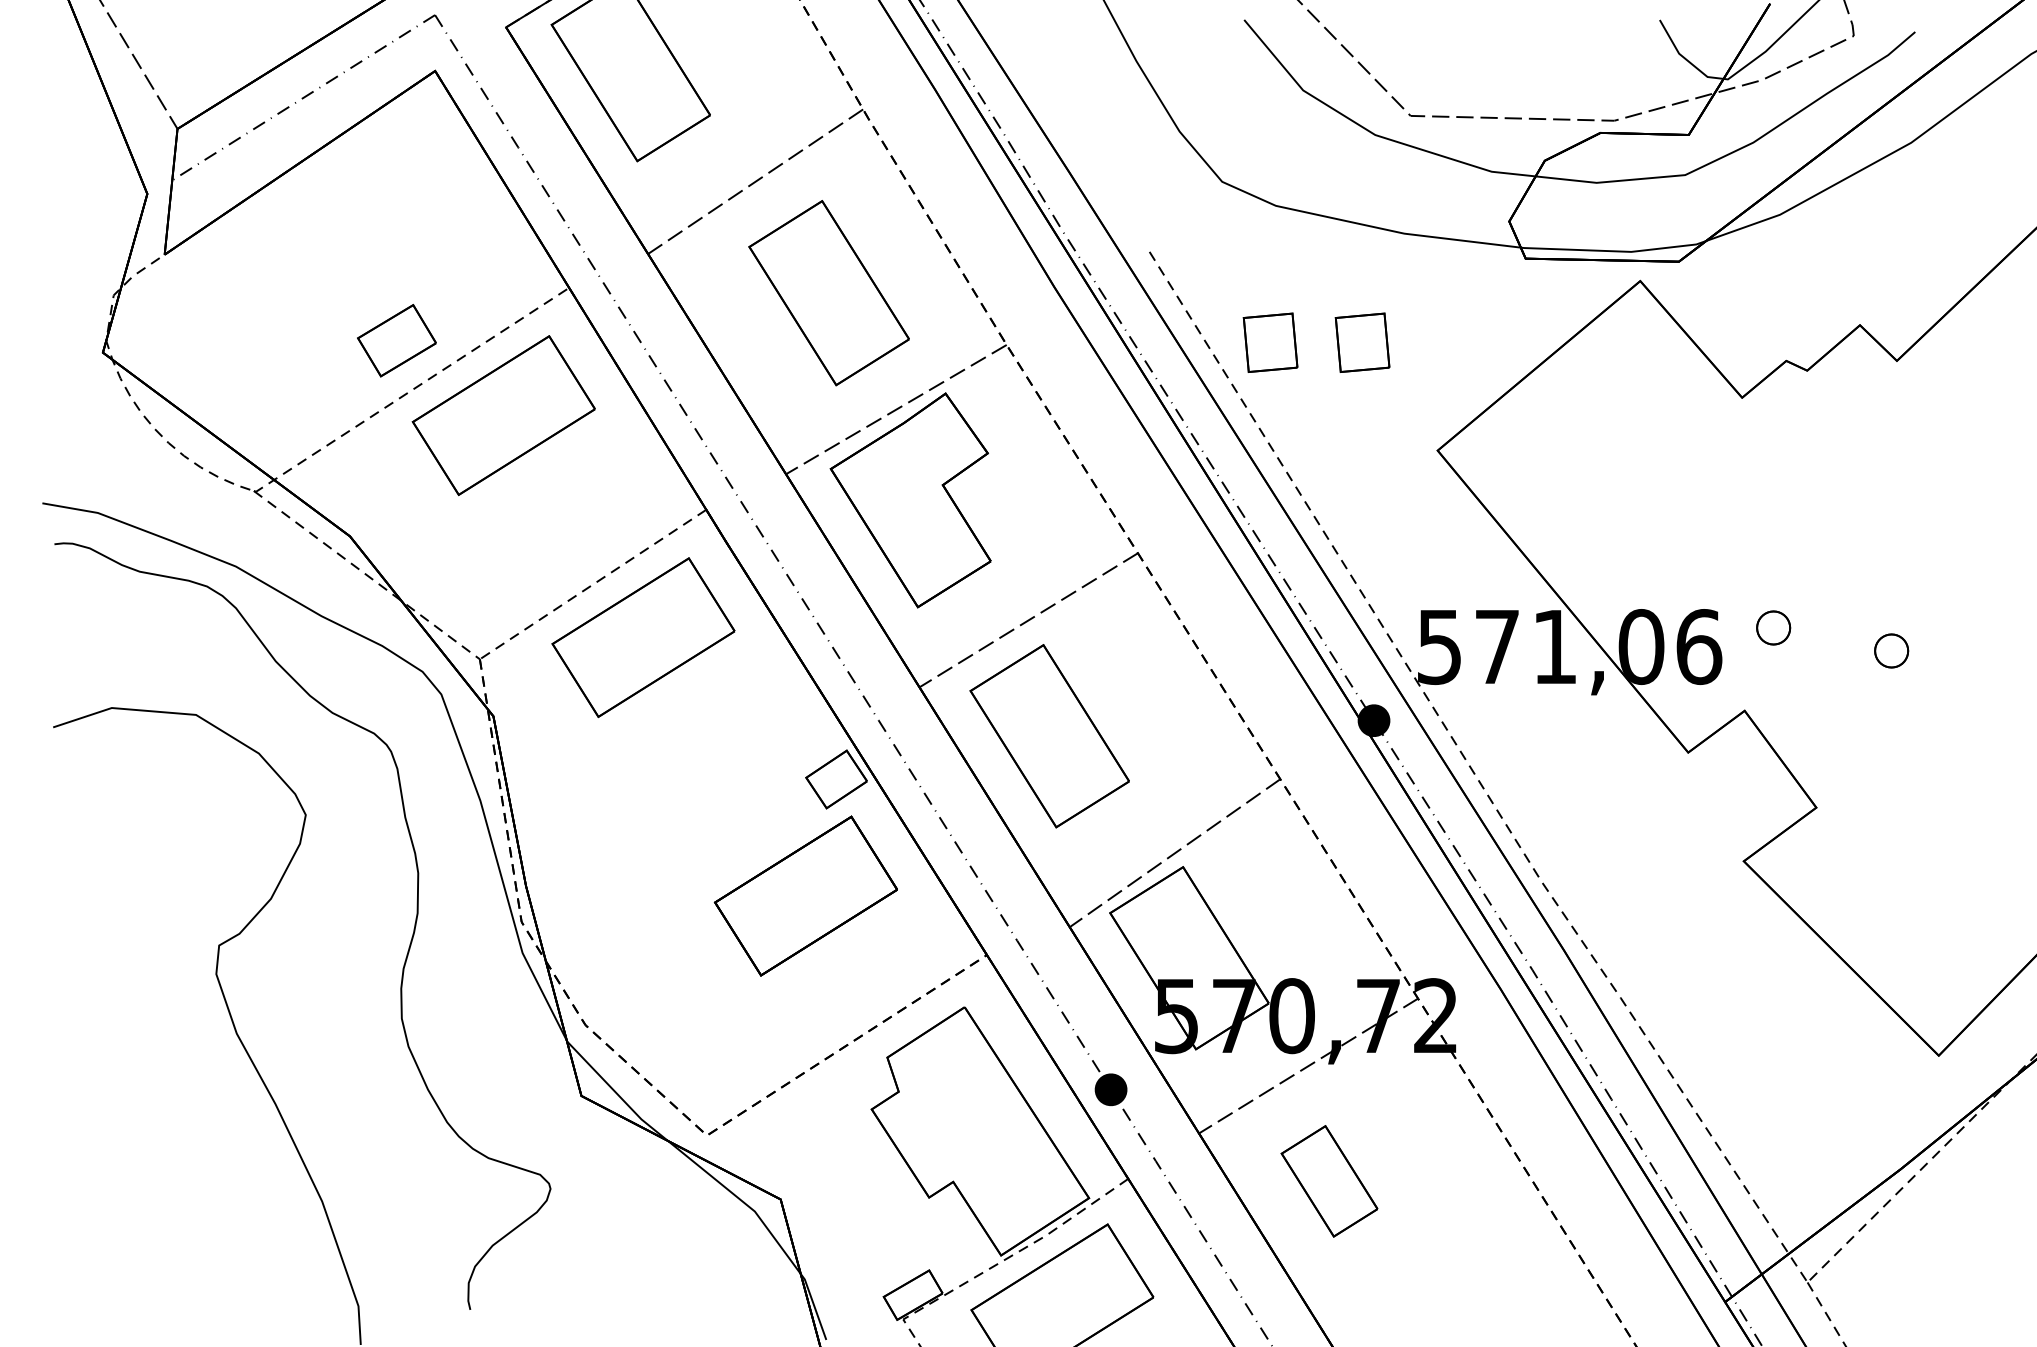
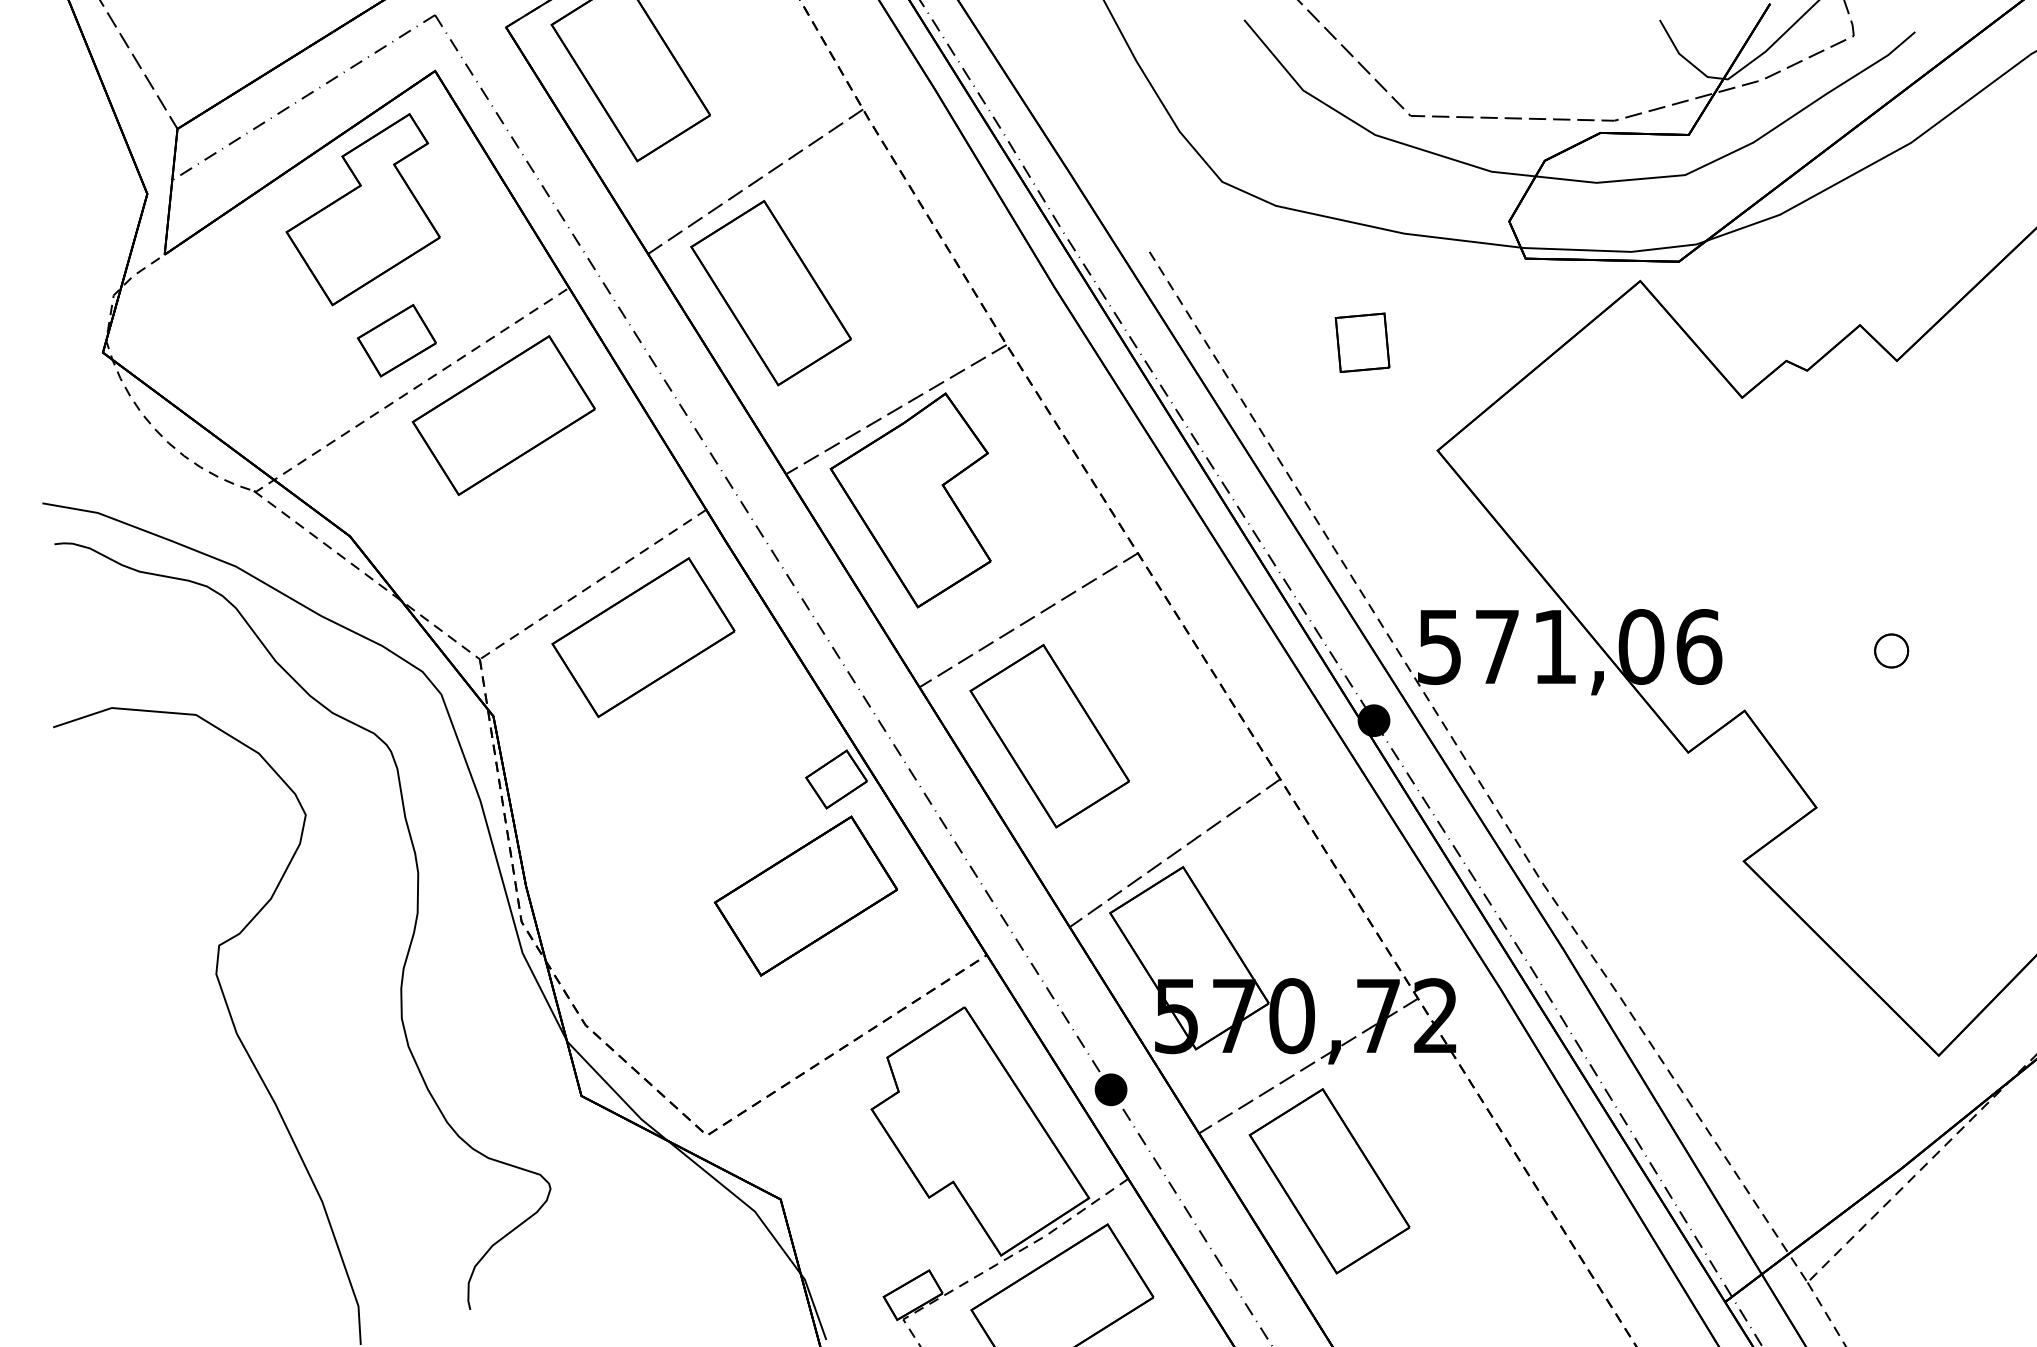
part at (362, 209): none -> present
part at (828, 293) position: (828, 293) -> (770, 293)
part at (1270, 342): present -> none
part at (1773, 627): present -> none
part at (1329, 1181) size: 99x113 px -> 163x187 px
